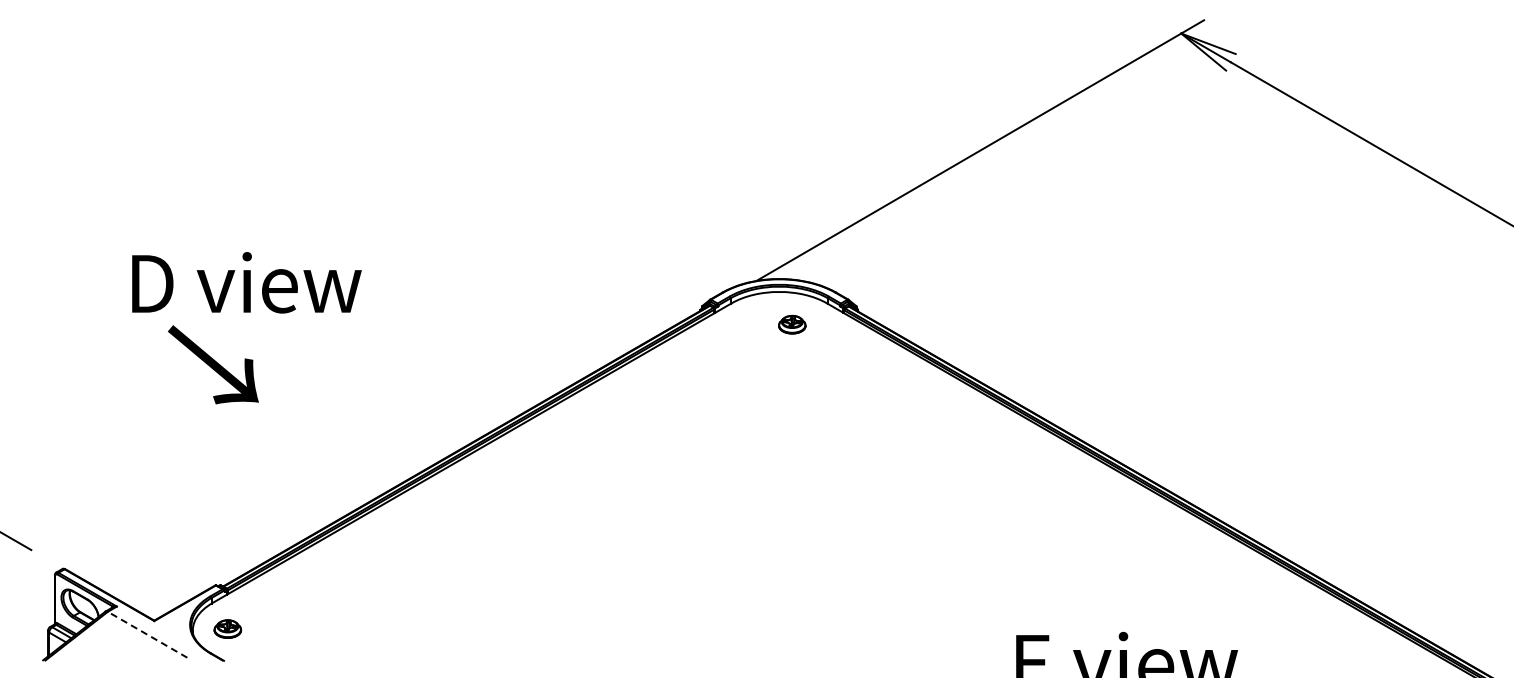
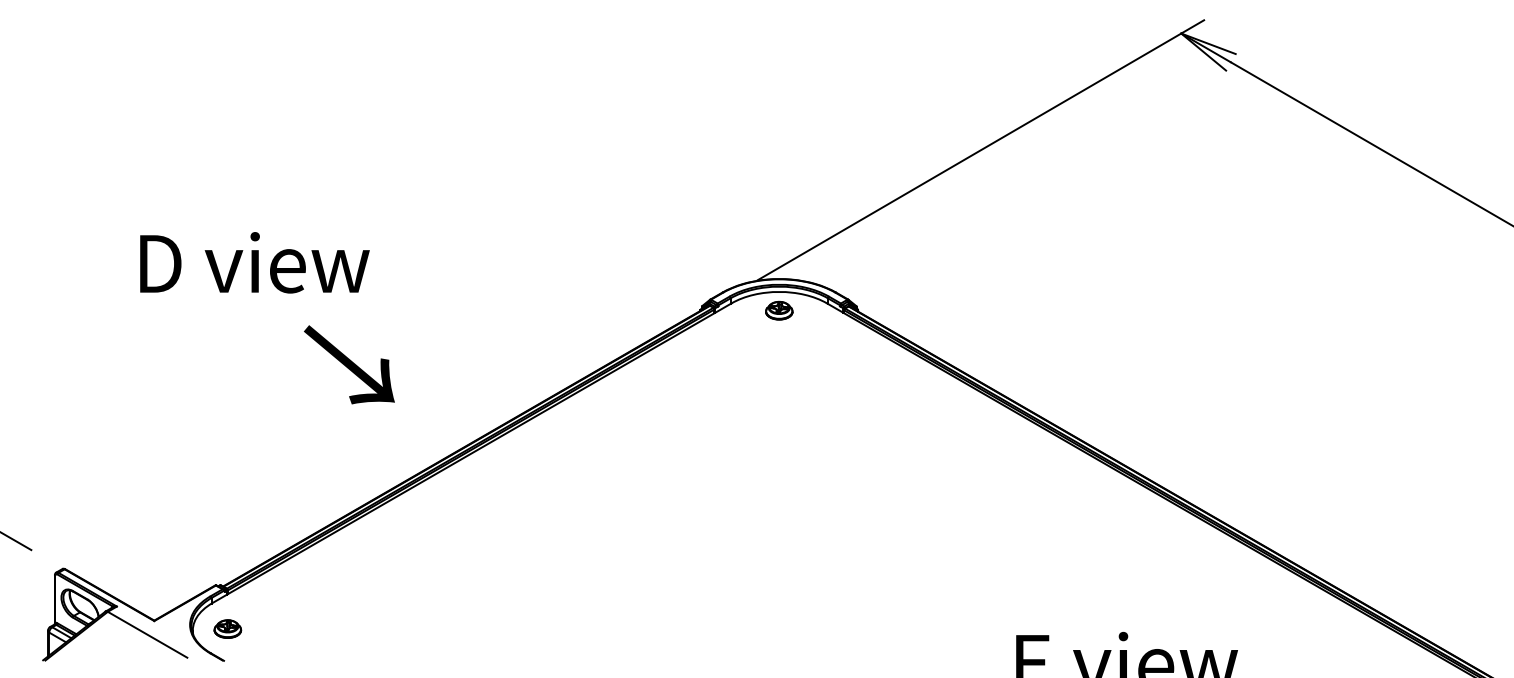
text at (246, 282) position: (246, 282) -> (254, 262)
part at (792, 324) position: (792, 324) -> (779, 310)
text at (213, 364) position: (213, 364) -> (349, 364)
line at (147, 634): dashed -> solid
